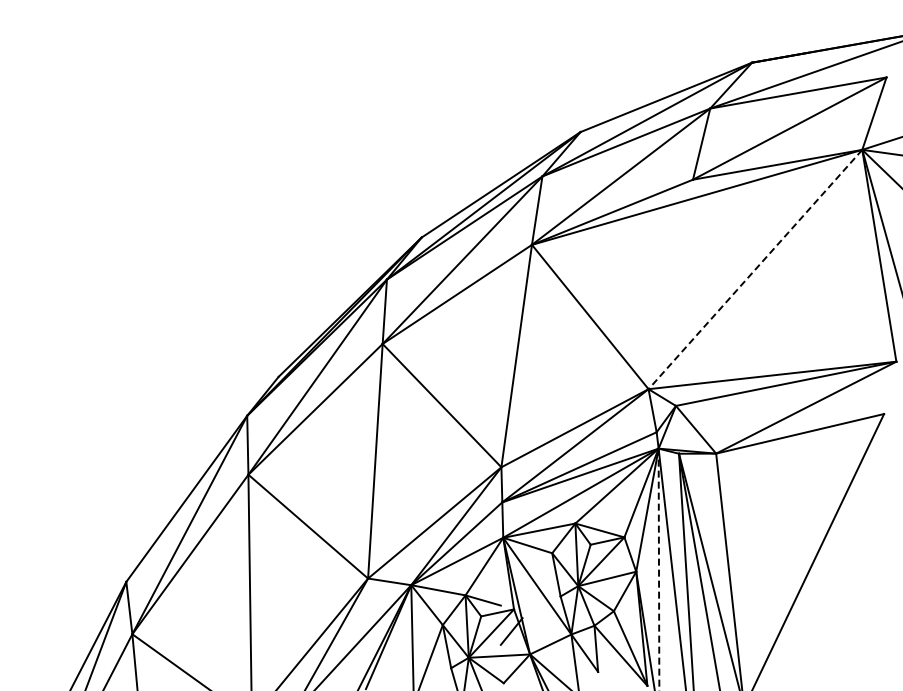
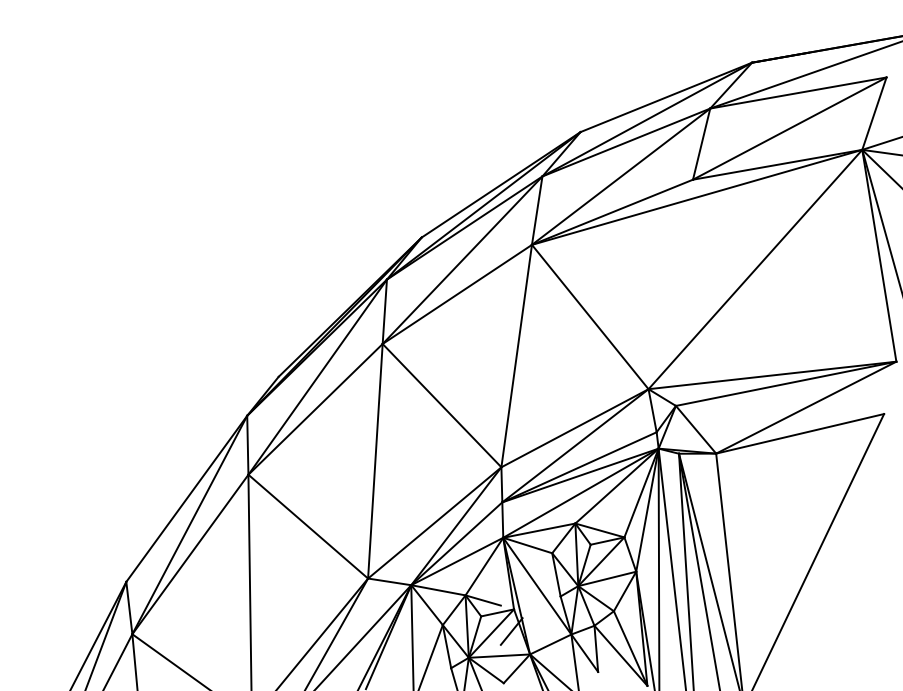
line at (755, 269): dashed -> solid
line at (658, 569): dashed -> solid
